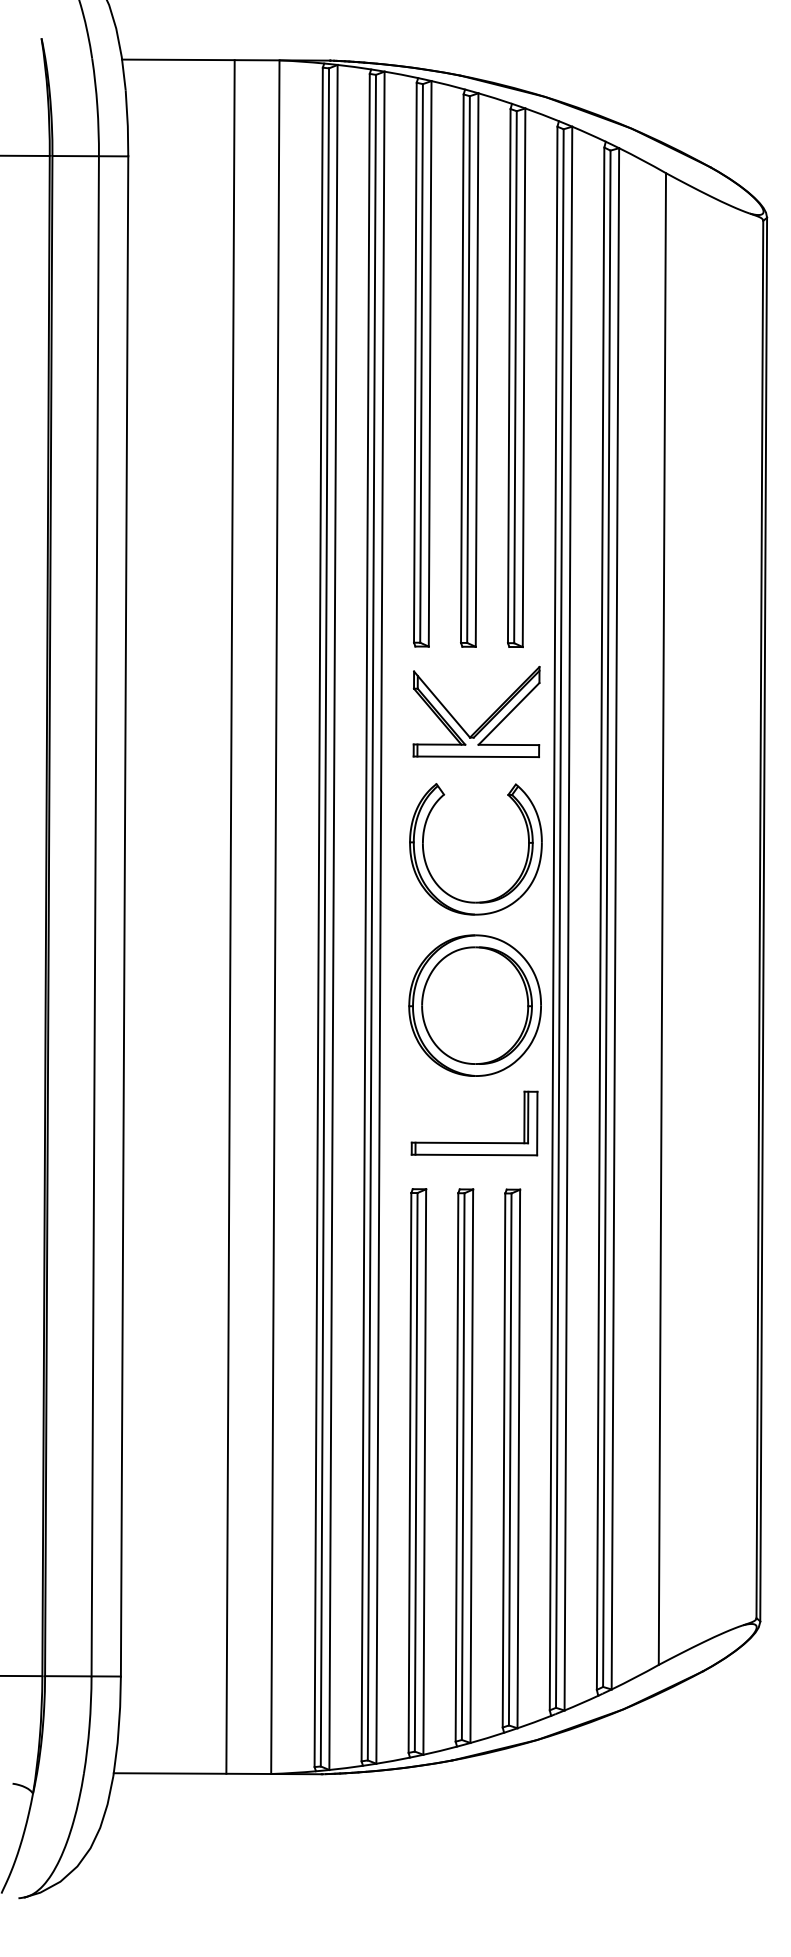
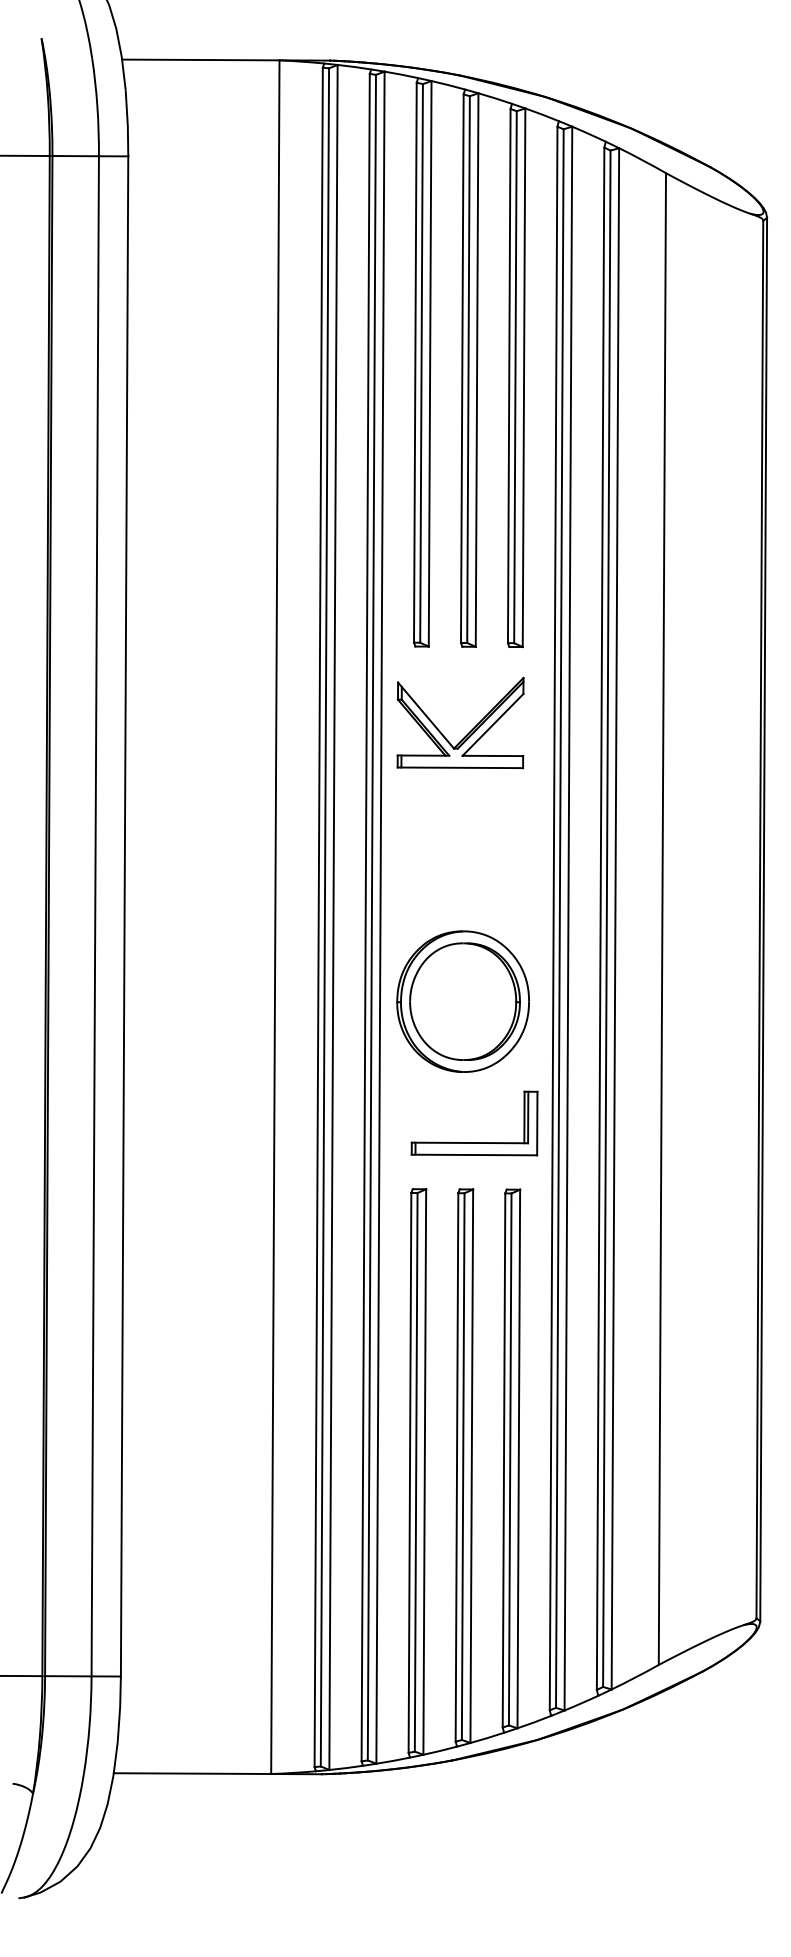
part at (485, 720) position: (485, 720) -> (469, 731)
part at (429, 869): present -> none
line at (230, 916): present -> none
part at (474, 1005) position: (474, 1005) -> (462, 1001)
